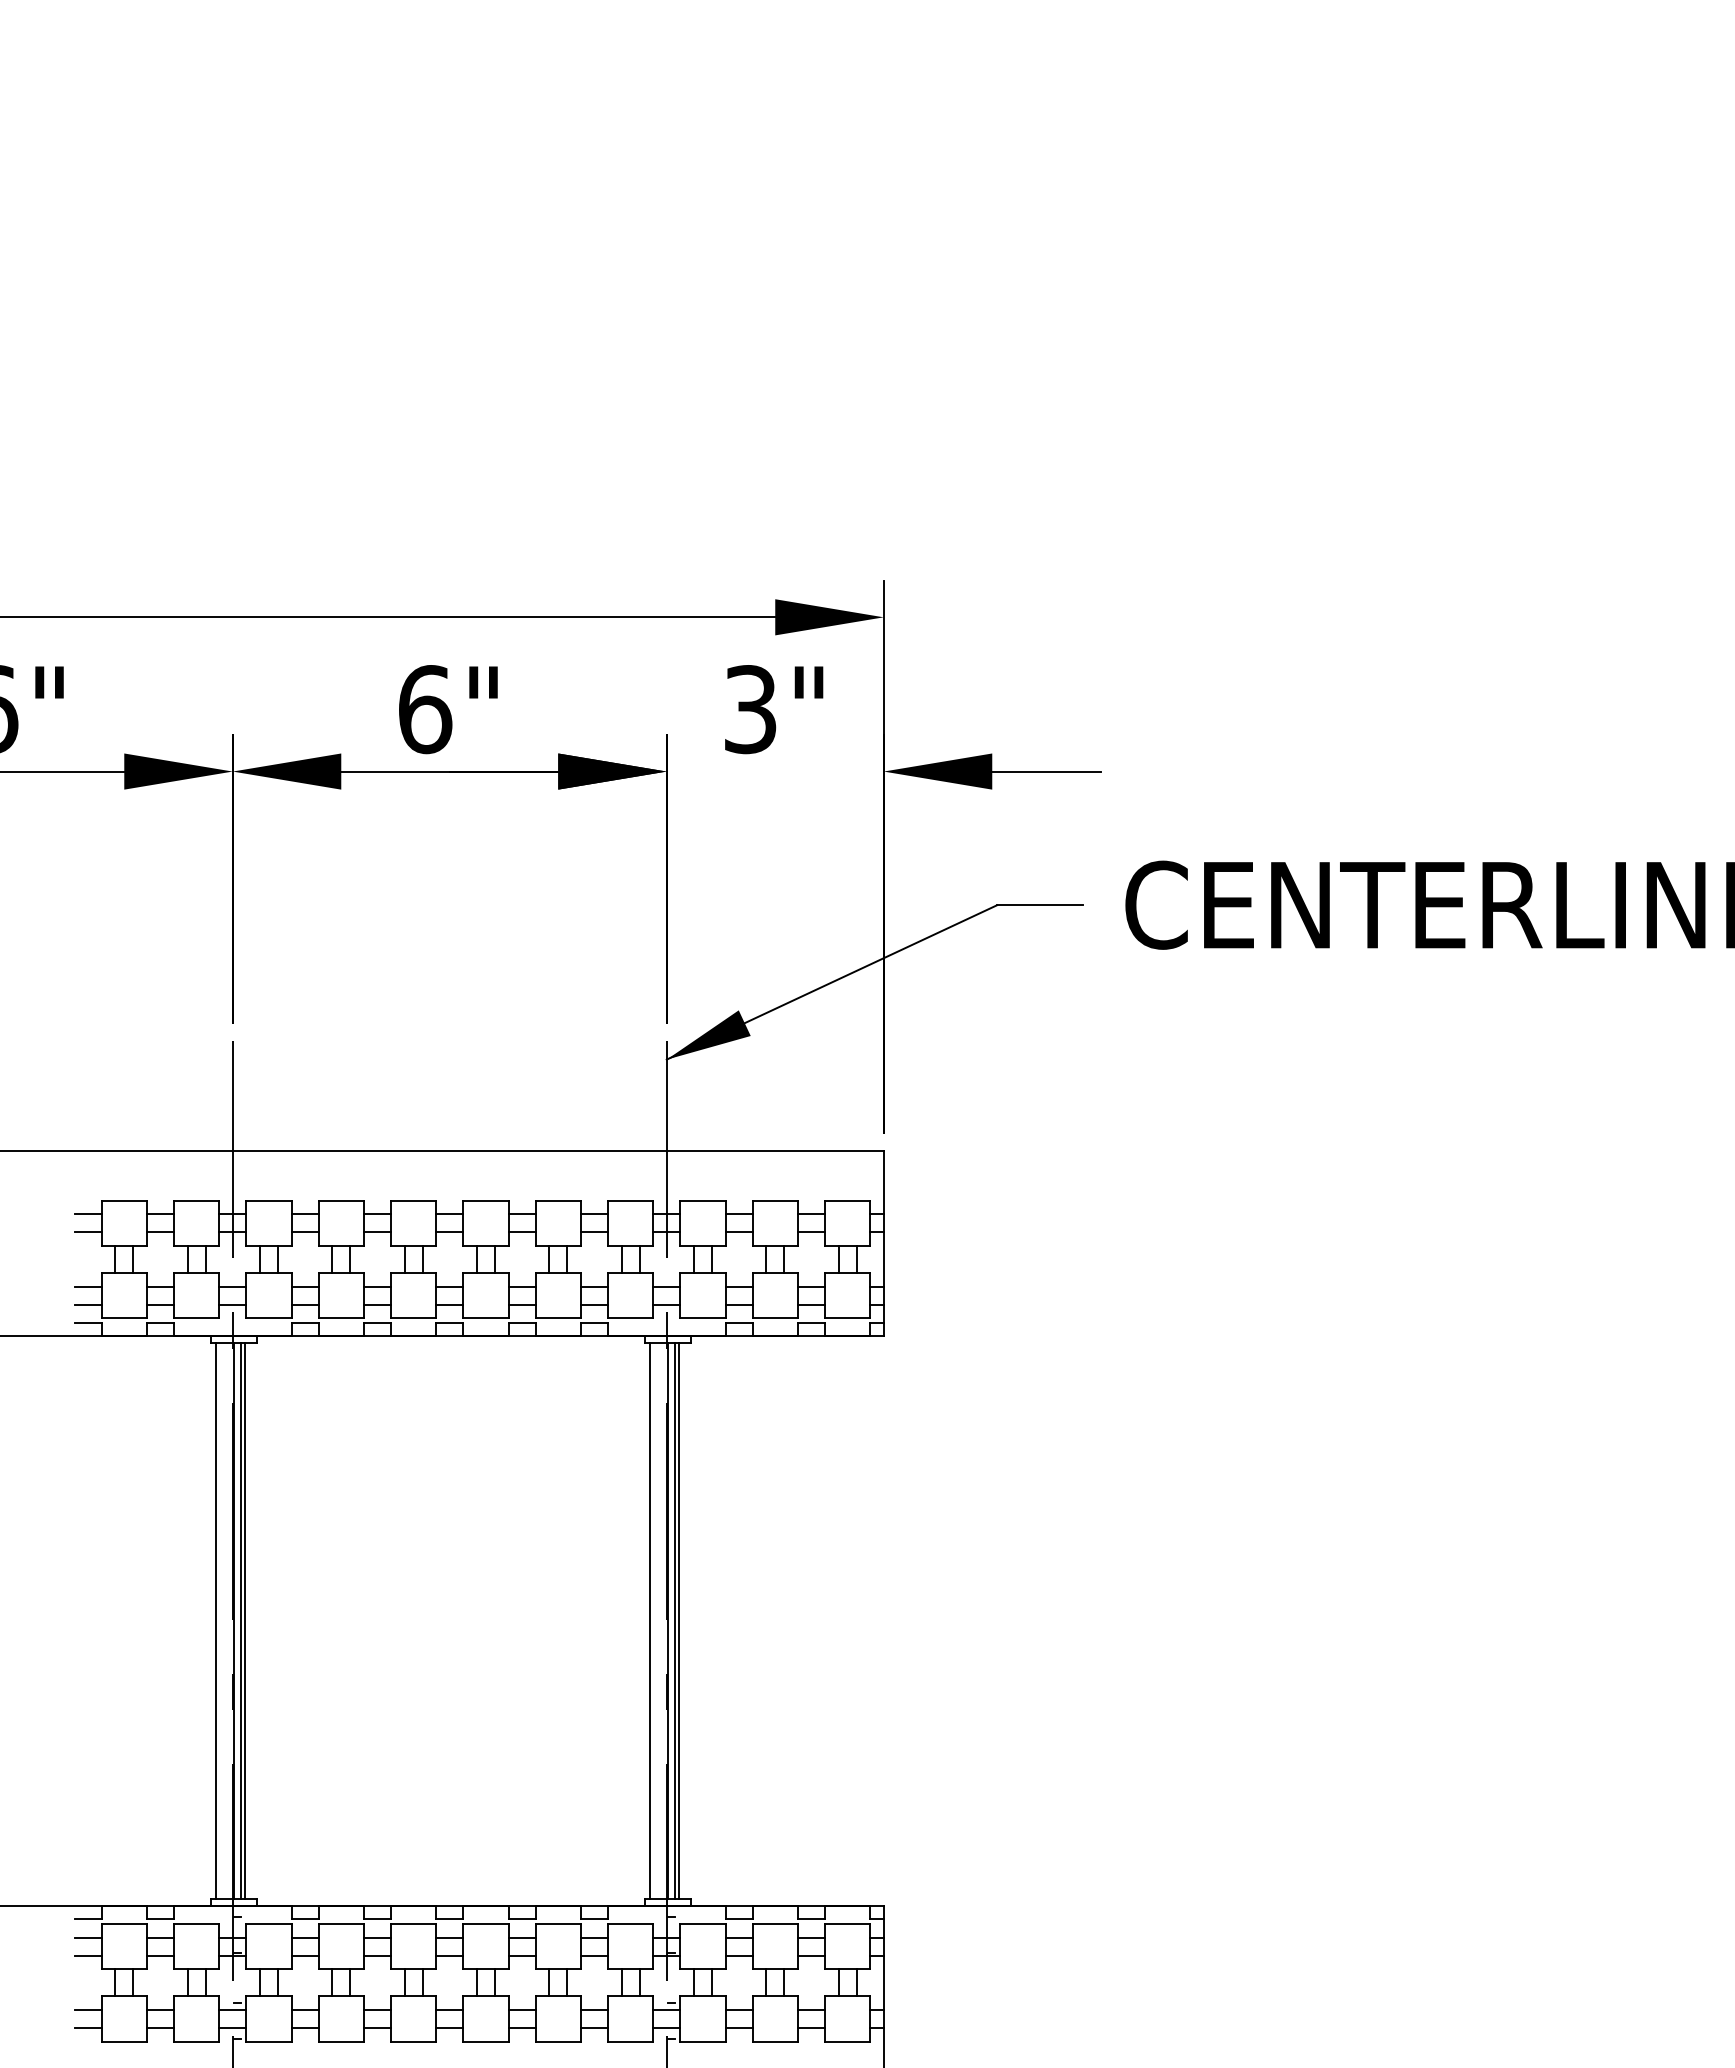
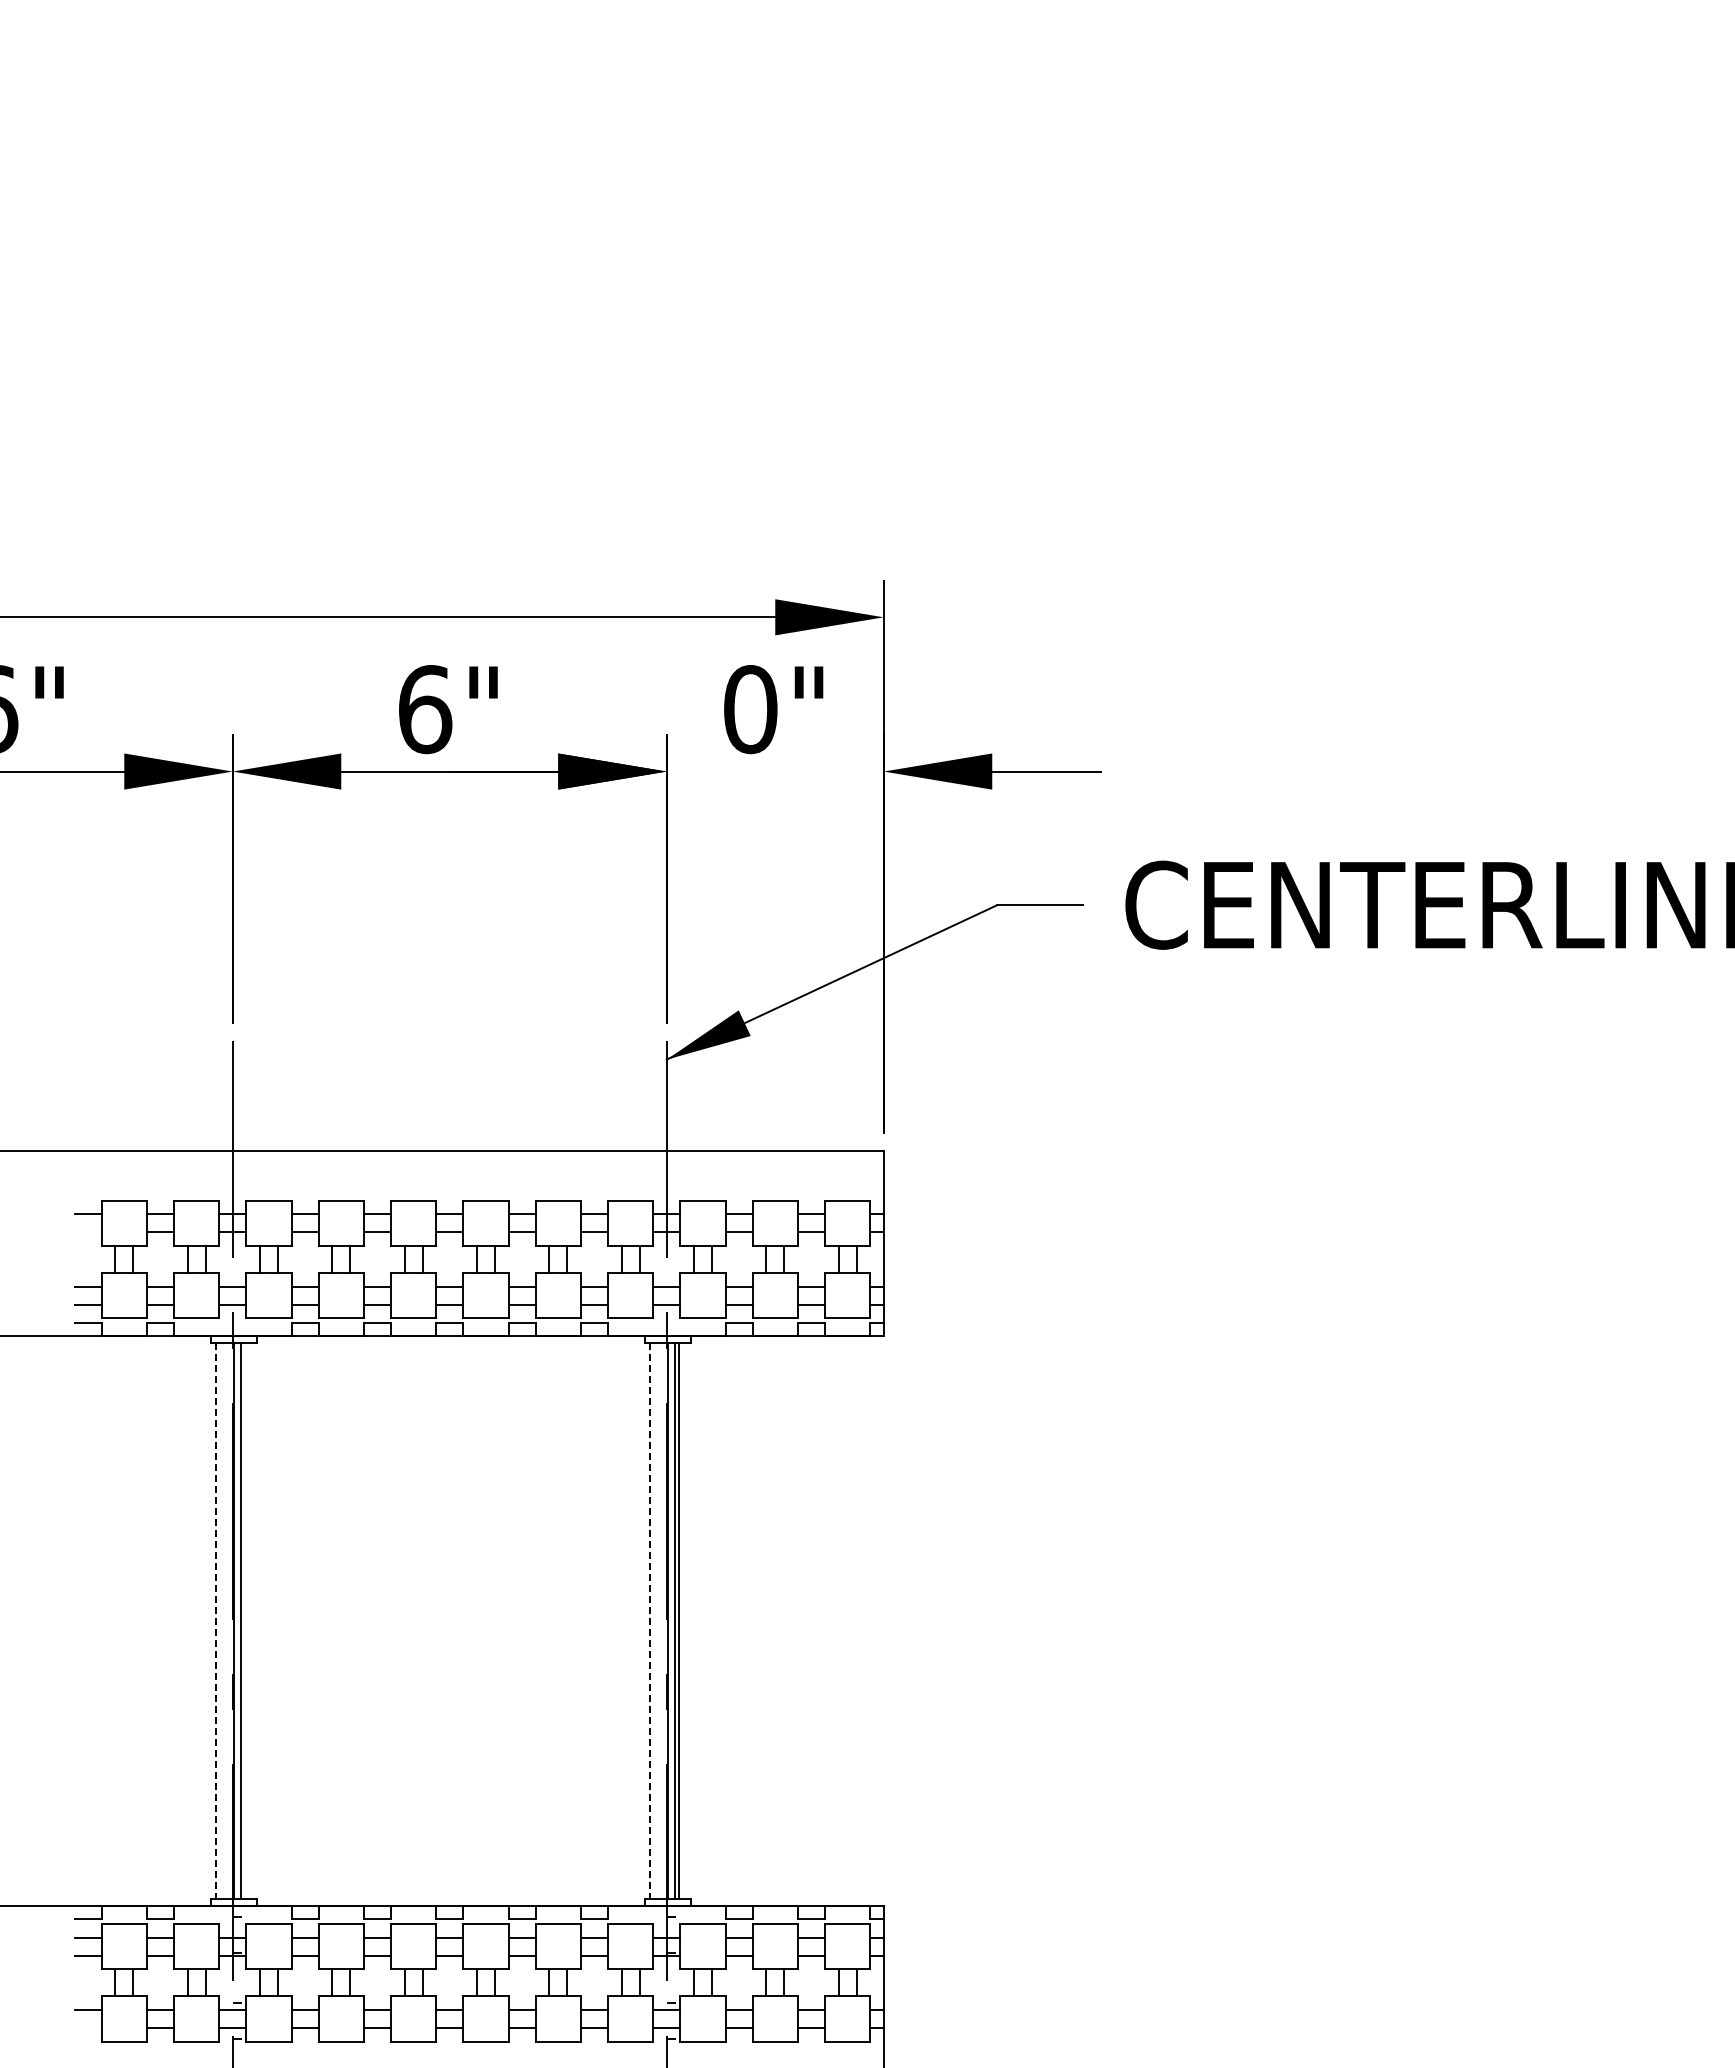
text at (750, 709): 3" -> 0"
line at (87, 1232): present -> none
line at (215, 1621): solid -> dashed
line at (245, 1621): present -> none
line at (649, 1621): solid -> dashed
line at (87, 2027): present -> none
